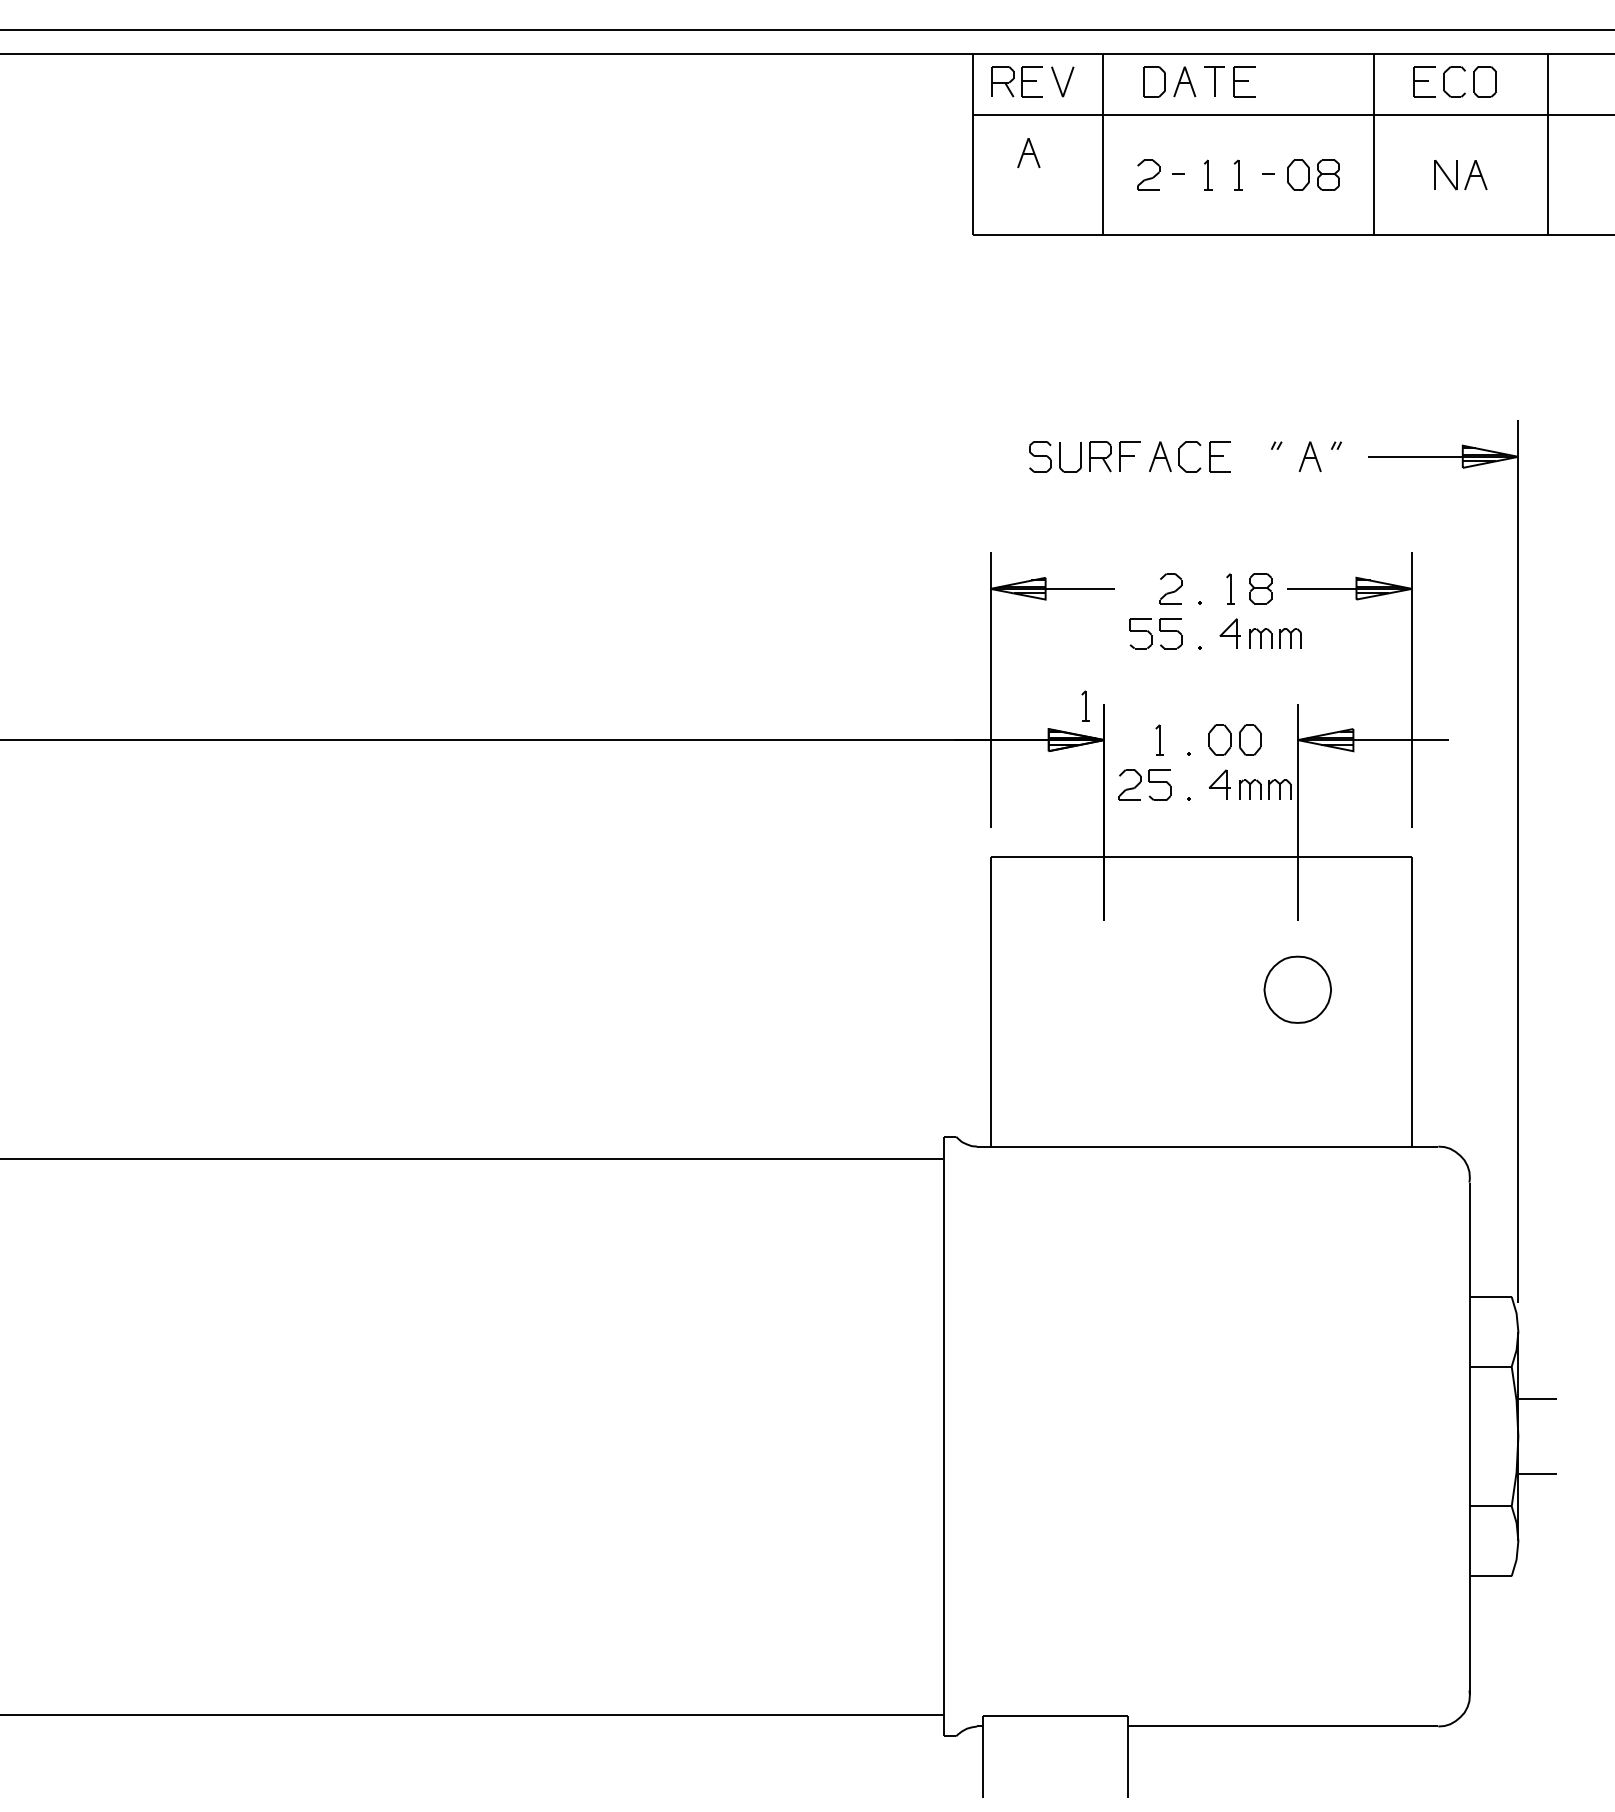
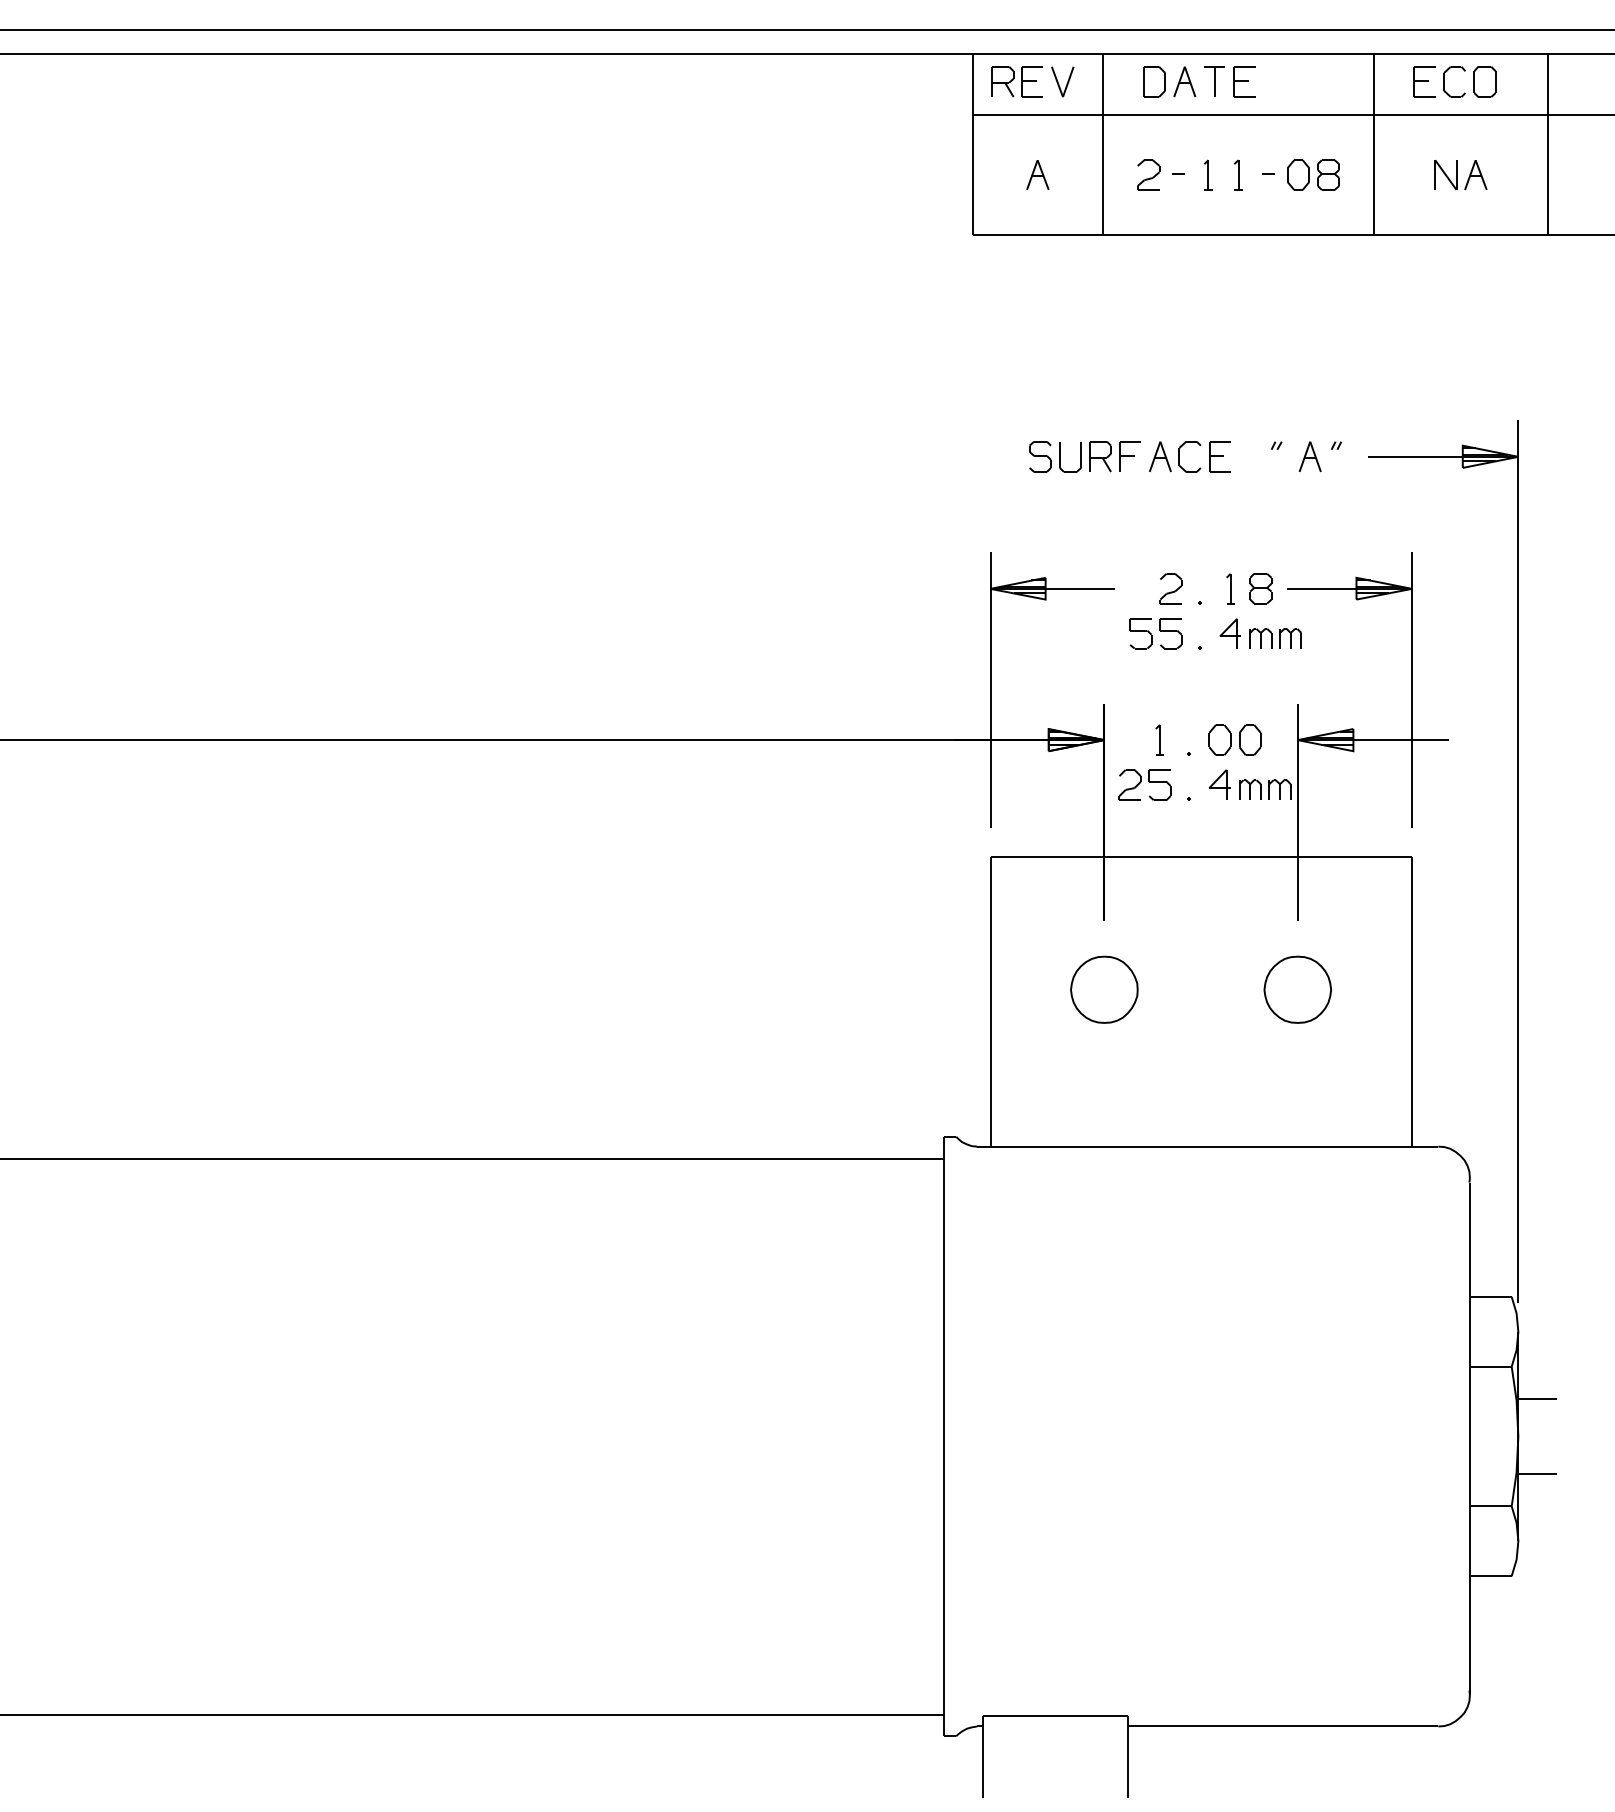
part at (1028, 153) position: (1028, 153) -> (1037, 175)
part at (1085, 705): present -> none
part at (1104, 989): none -> present
